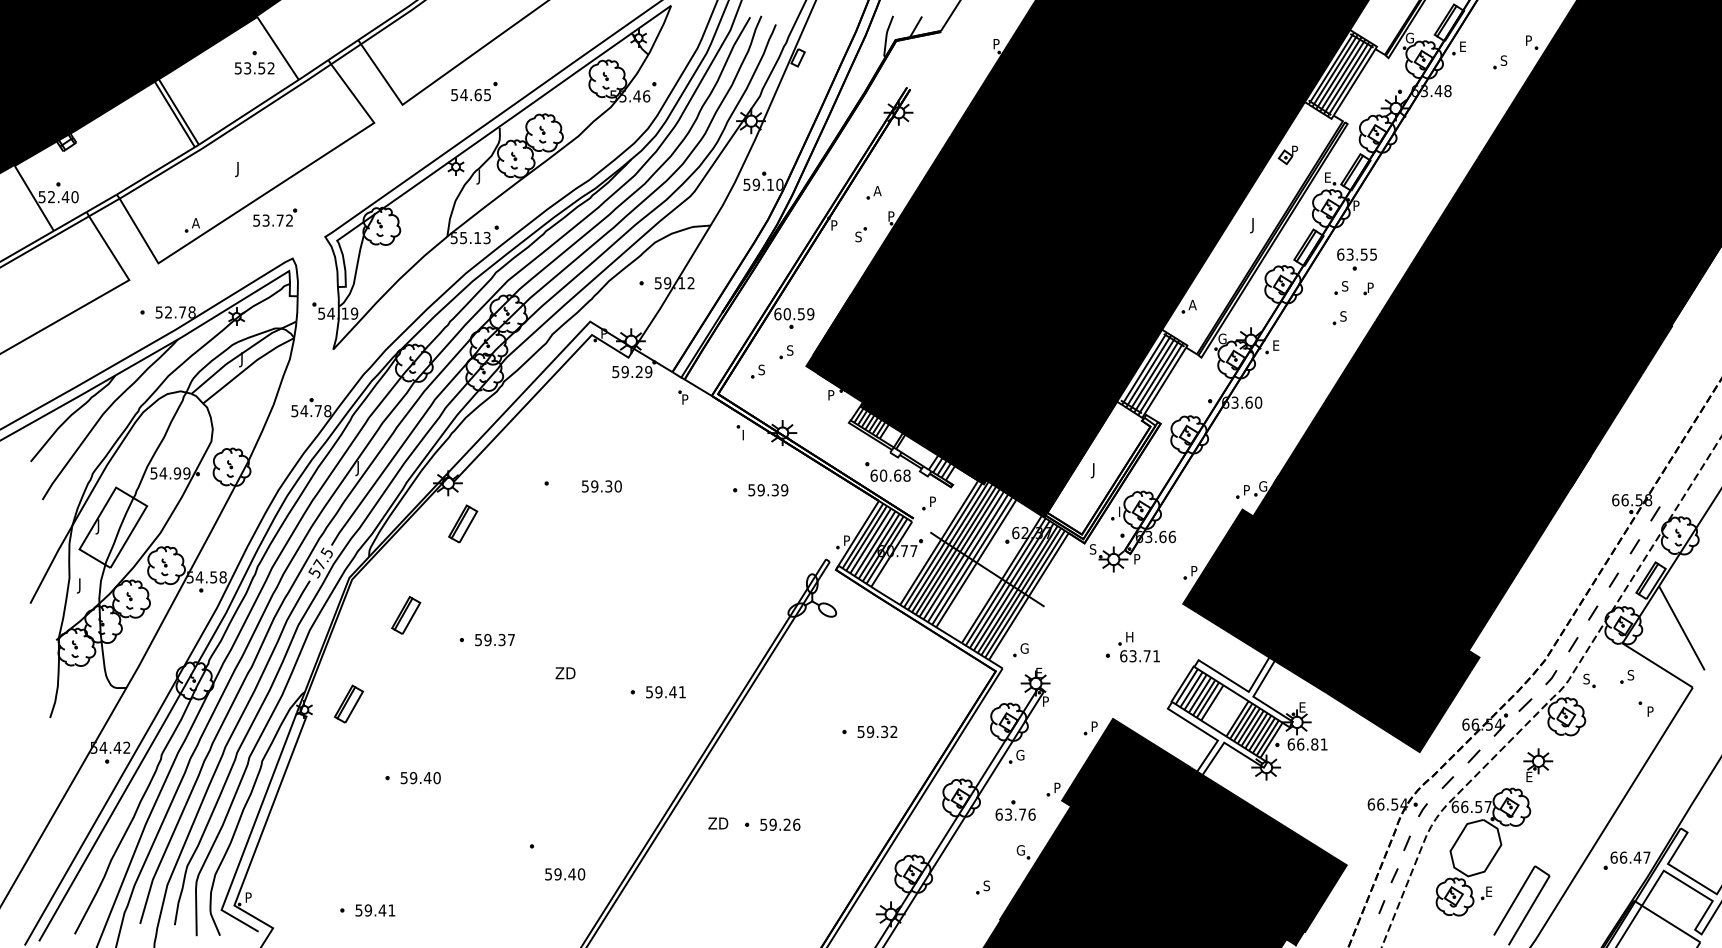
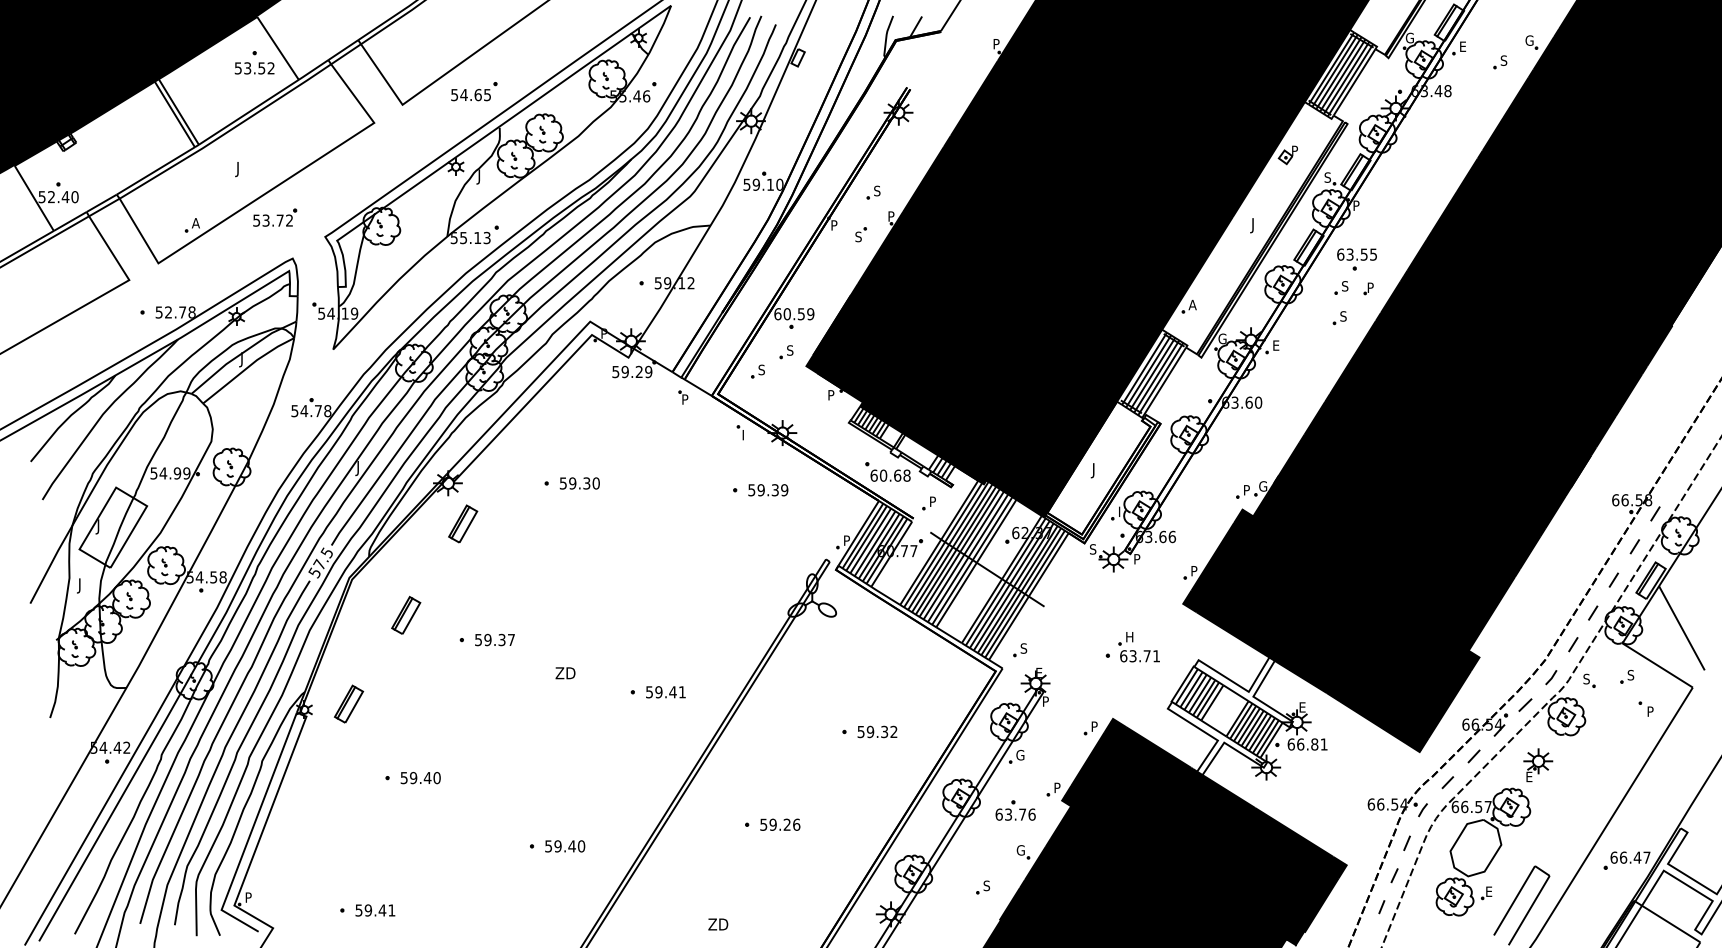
text at (1529, 40): P -> G
text at (1327, 177): E -> S
text at (877, 190): A -> S
text at (601, 486) position: (601, 486) -> (579, 483)
text at (1024, 648): G -> S
text at (718, 823) position: (718, 823) -> (718, 924)
text at (565, 874) position: (565, 874) -> (565, 846)
